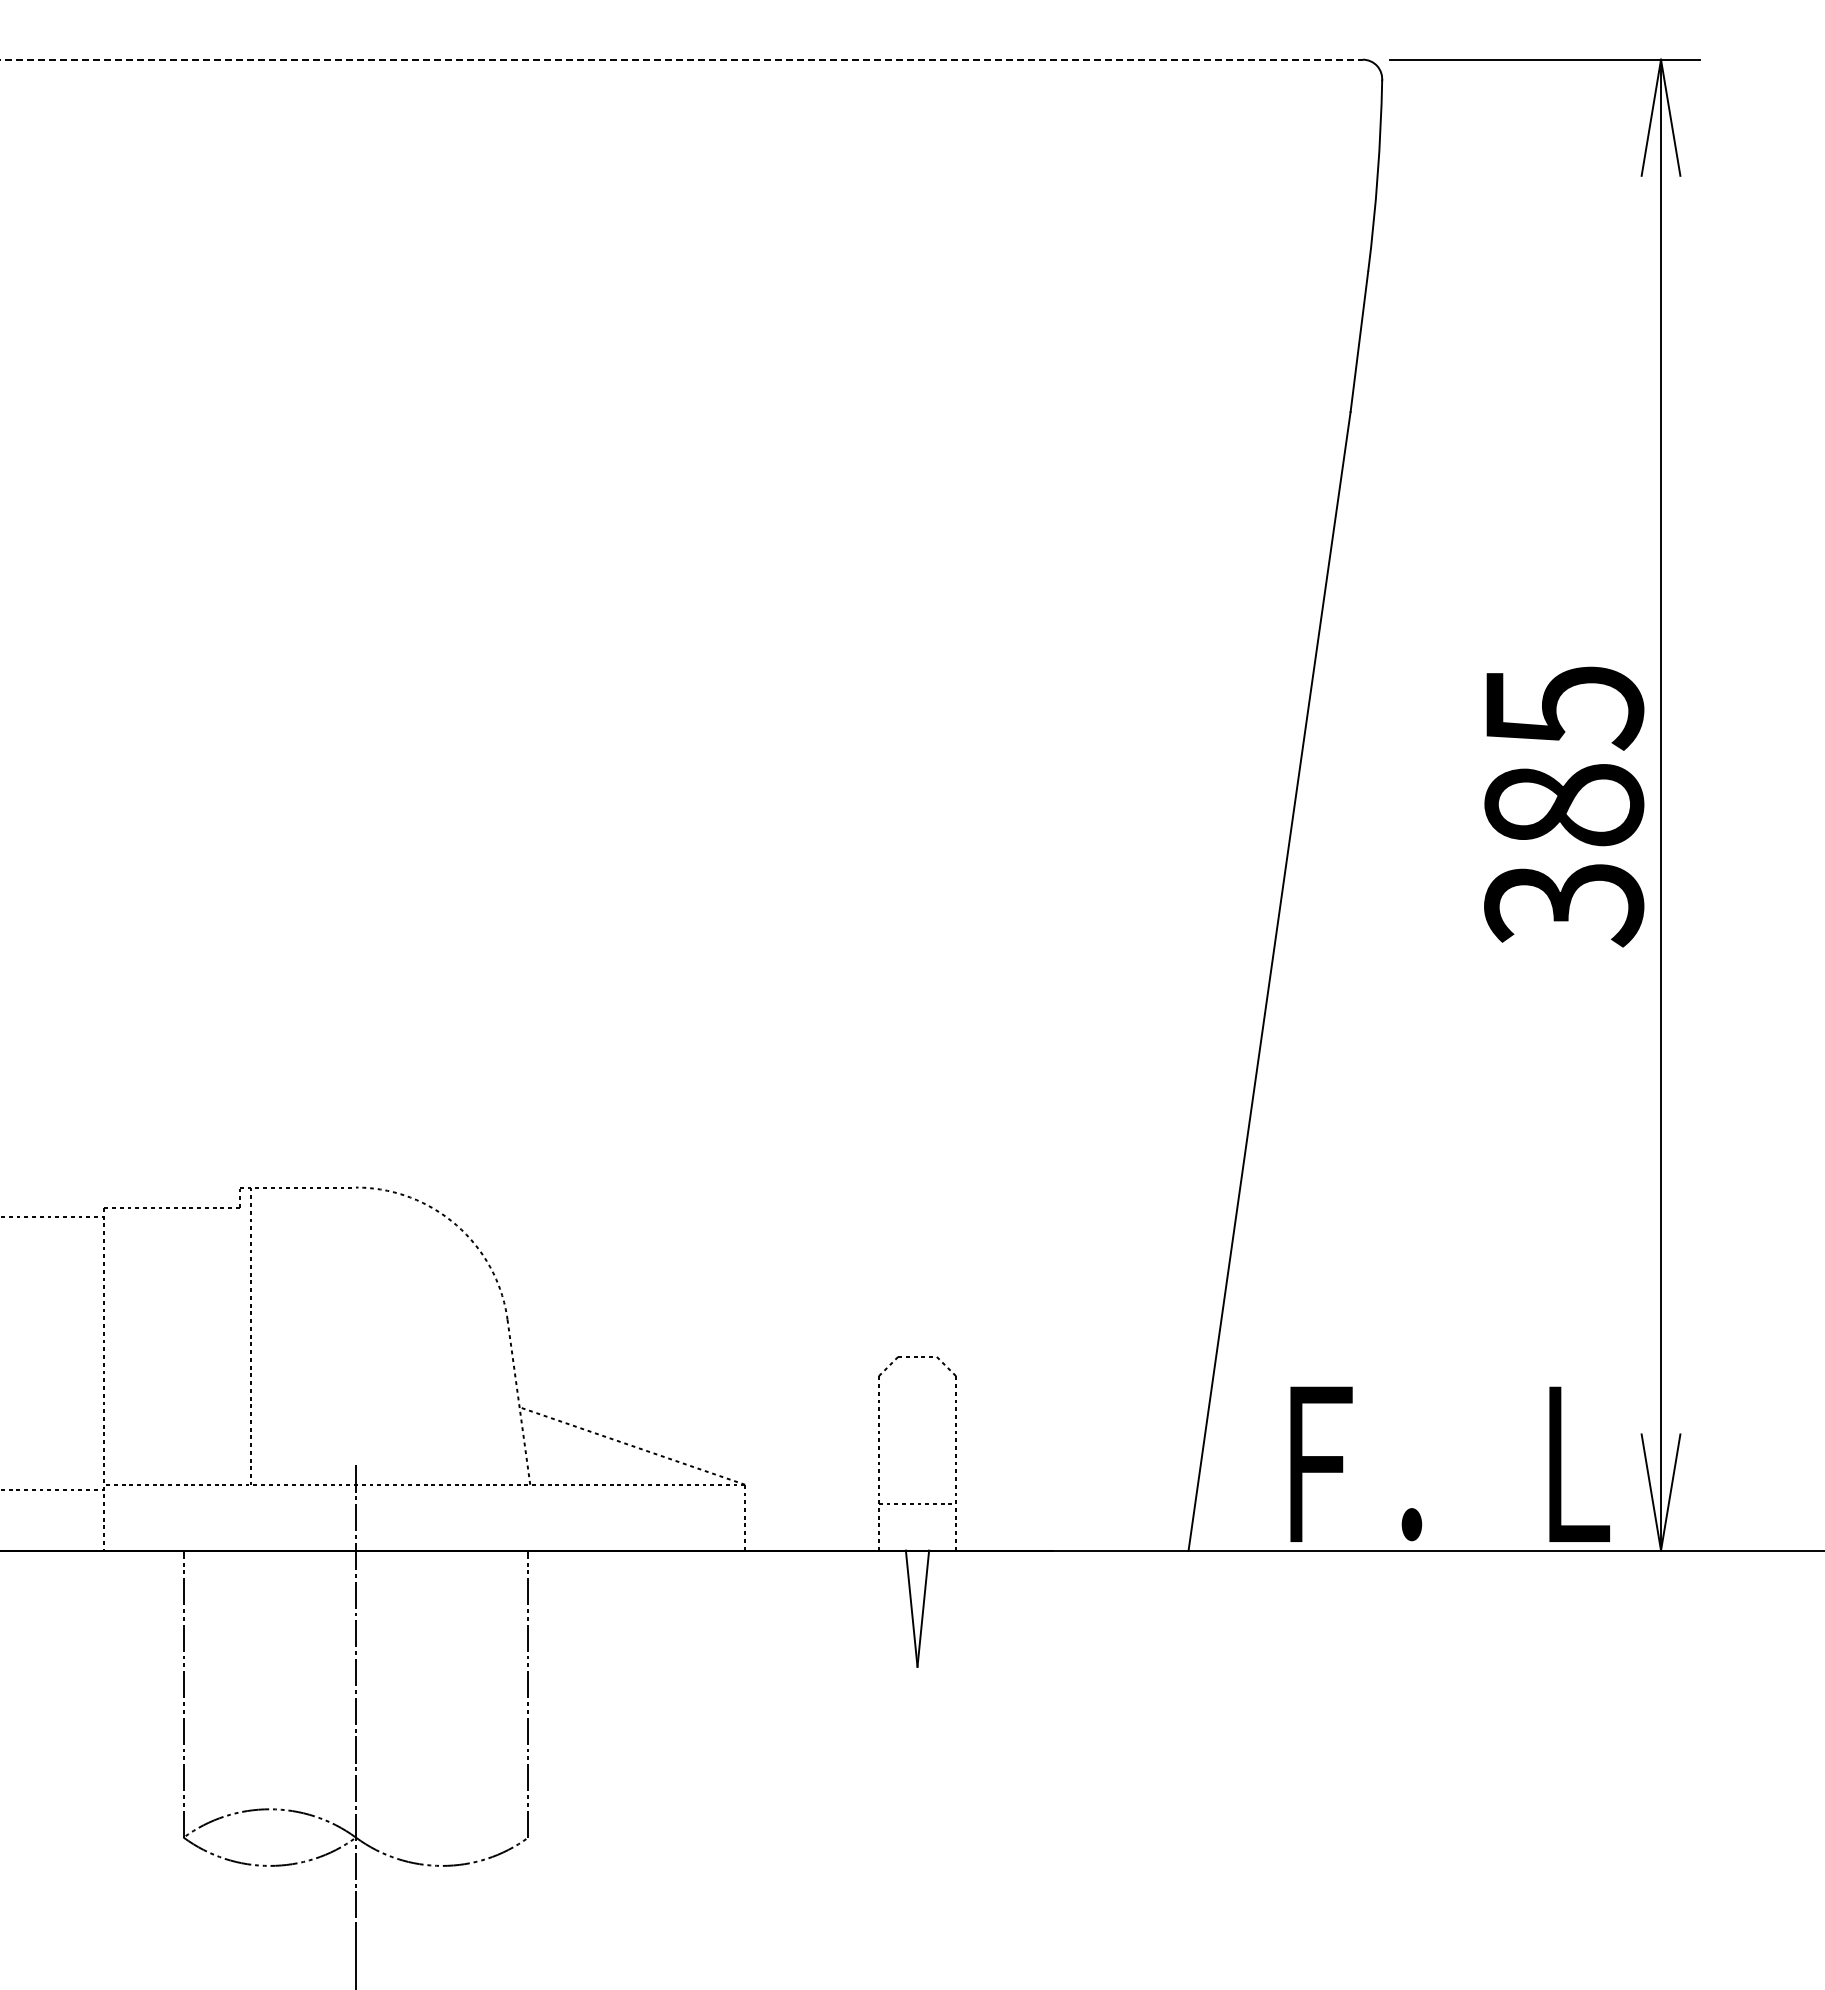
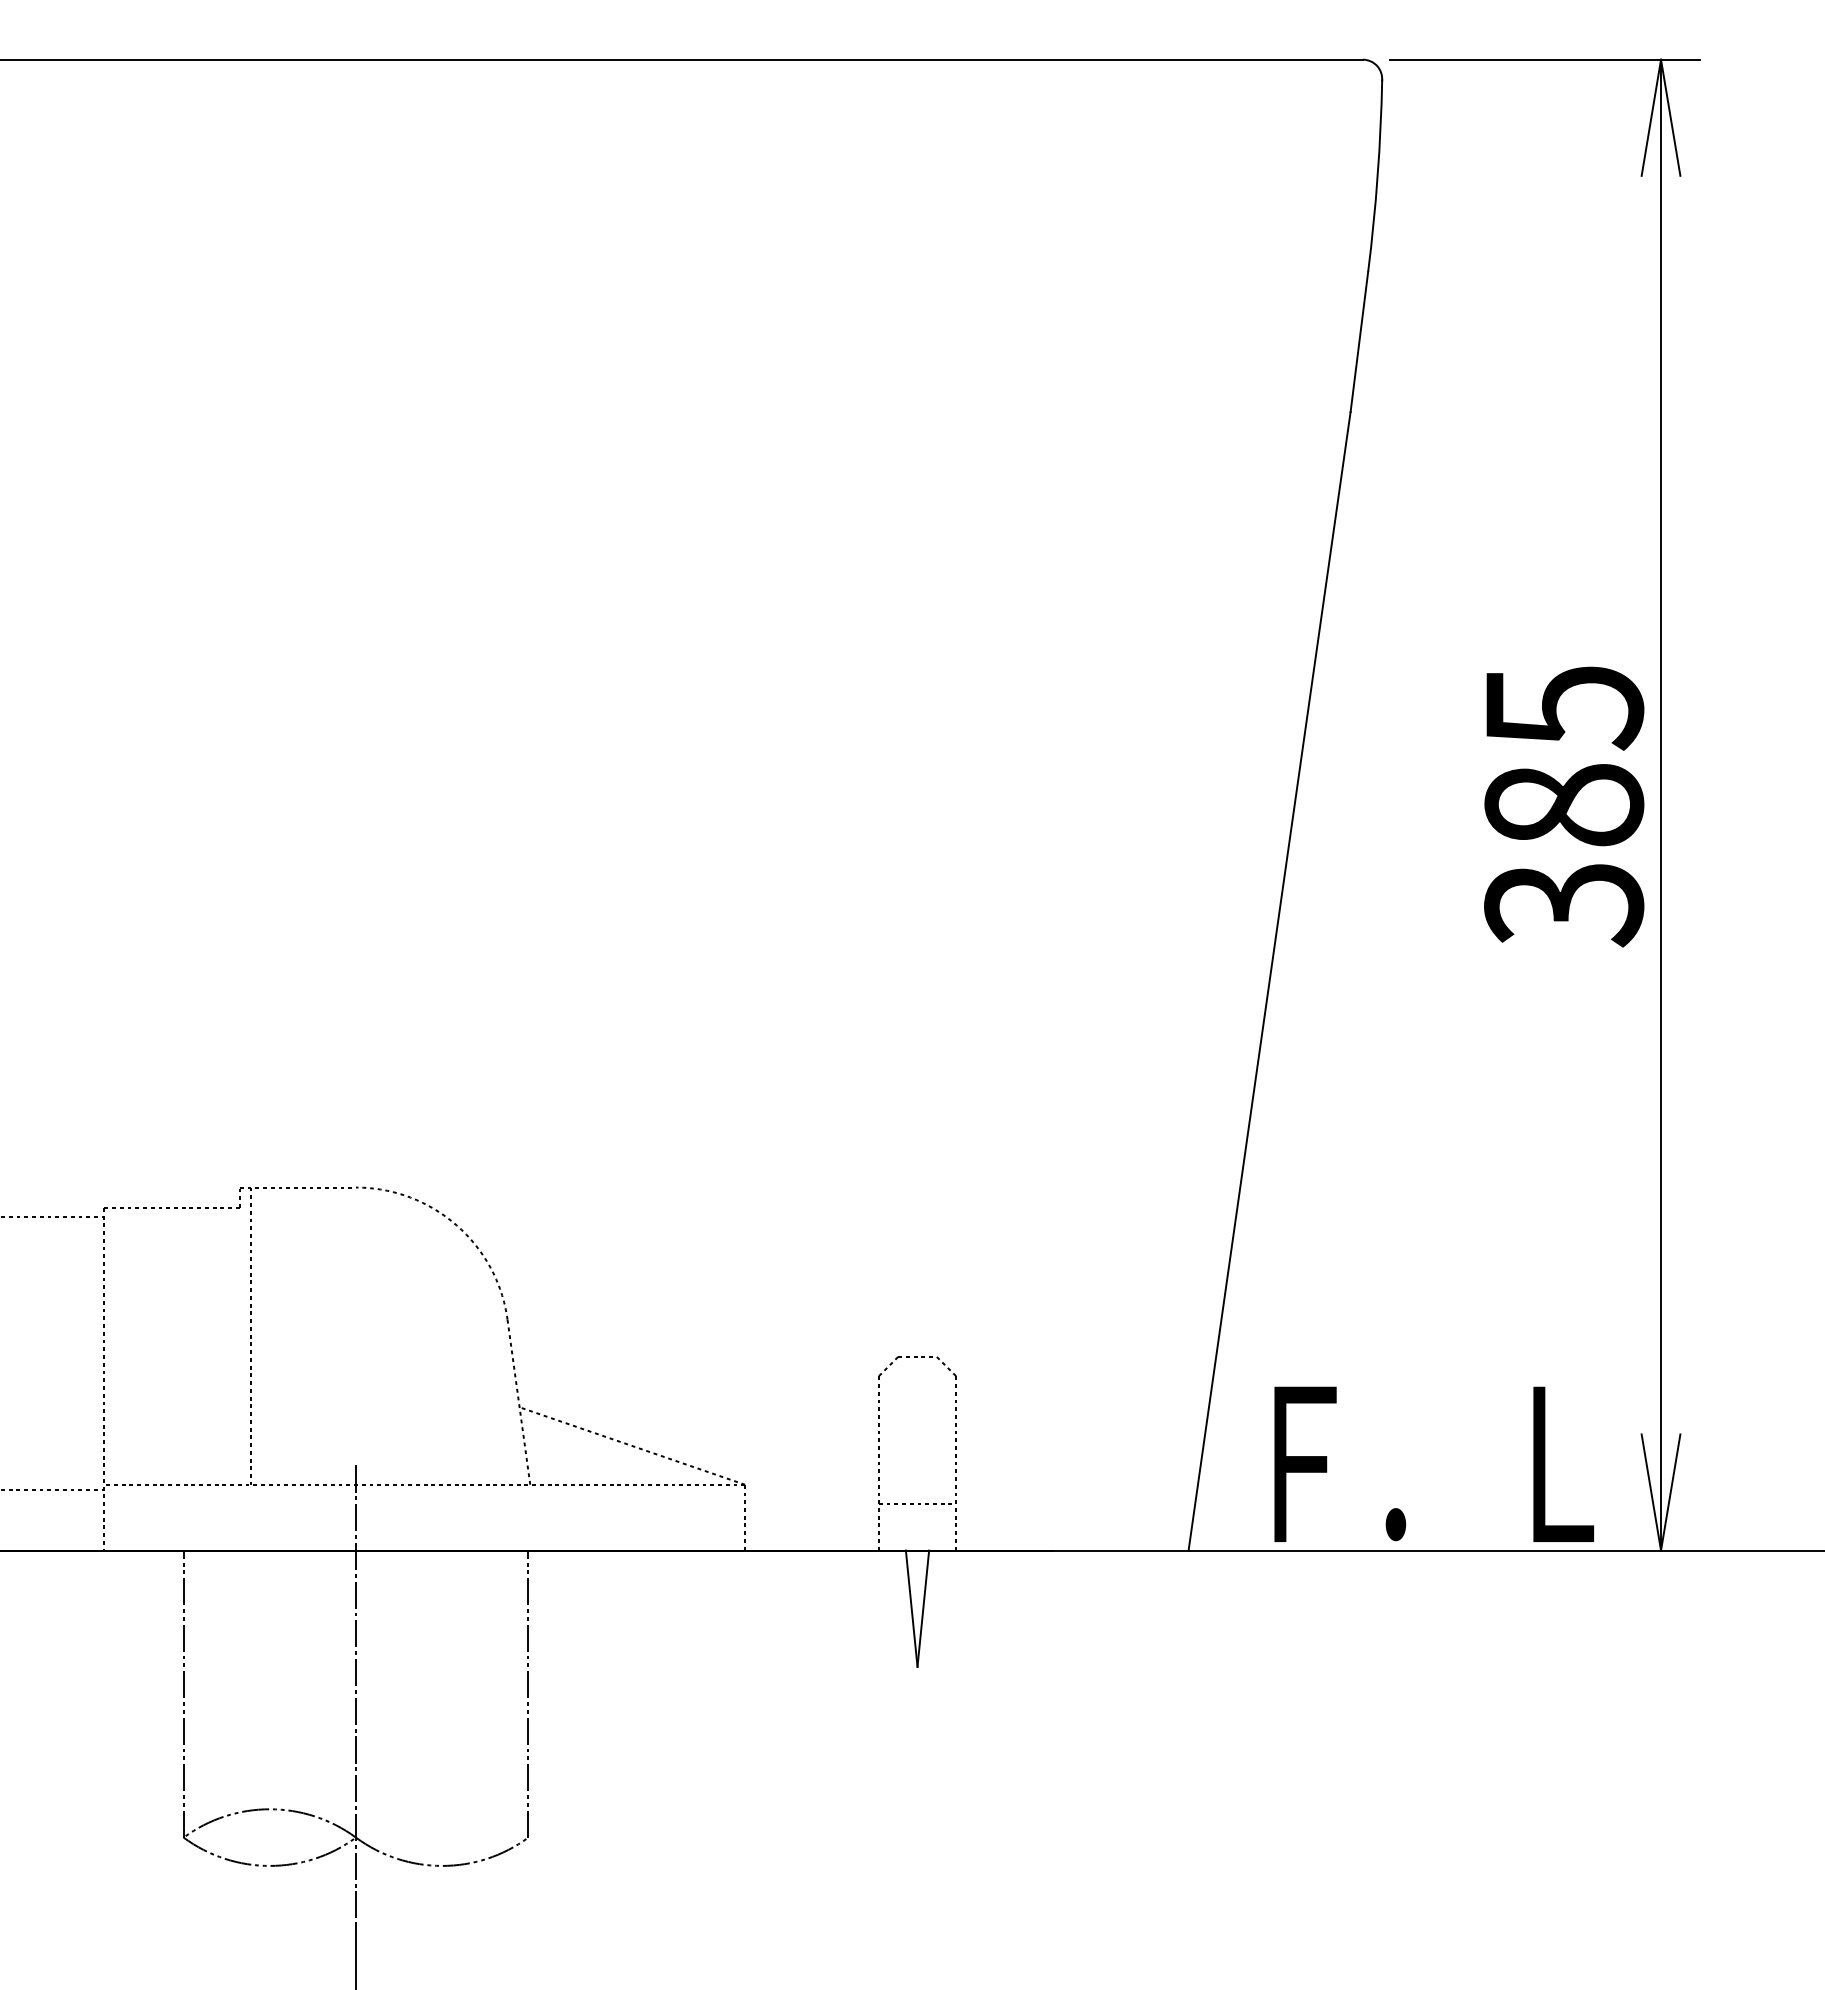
line at (682, 59): dashed -> solid
text at (1449, 1463) position: (1449, 1463) -> (1433, 1463)
